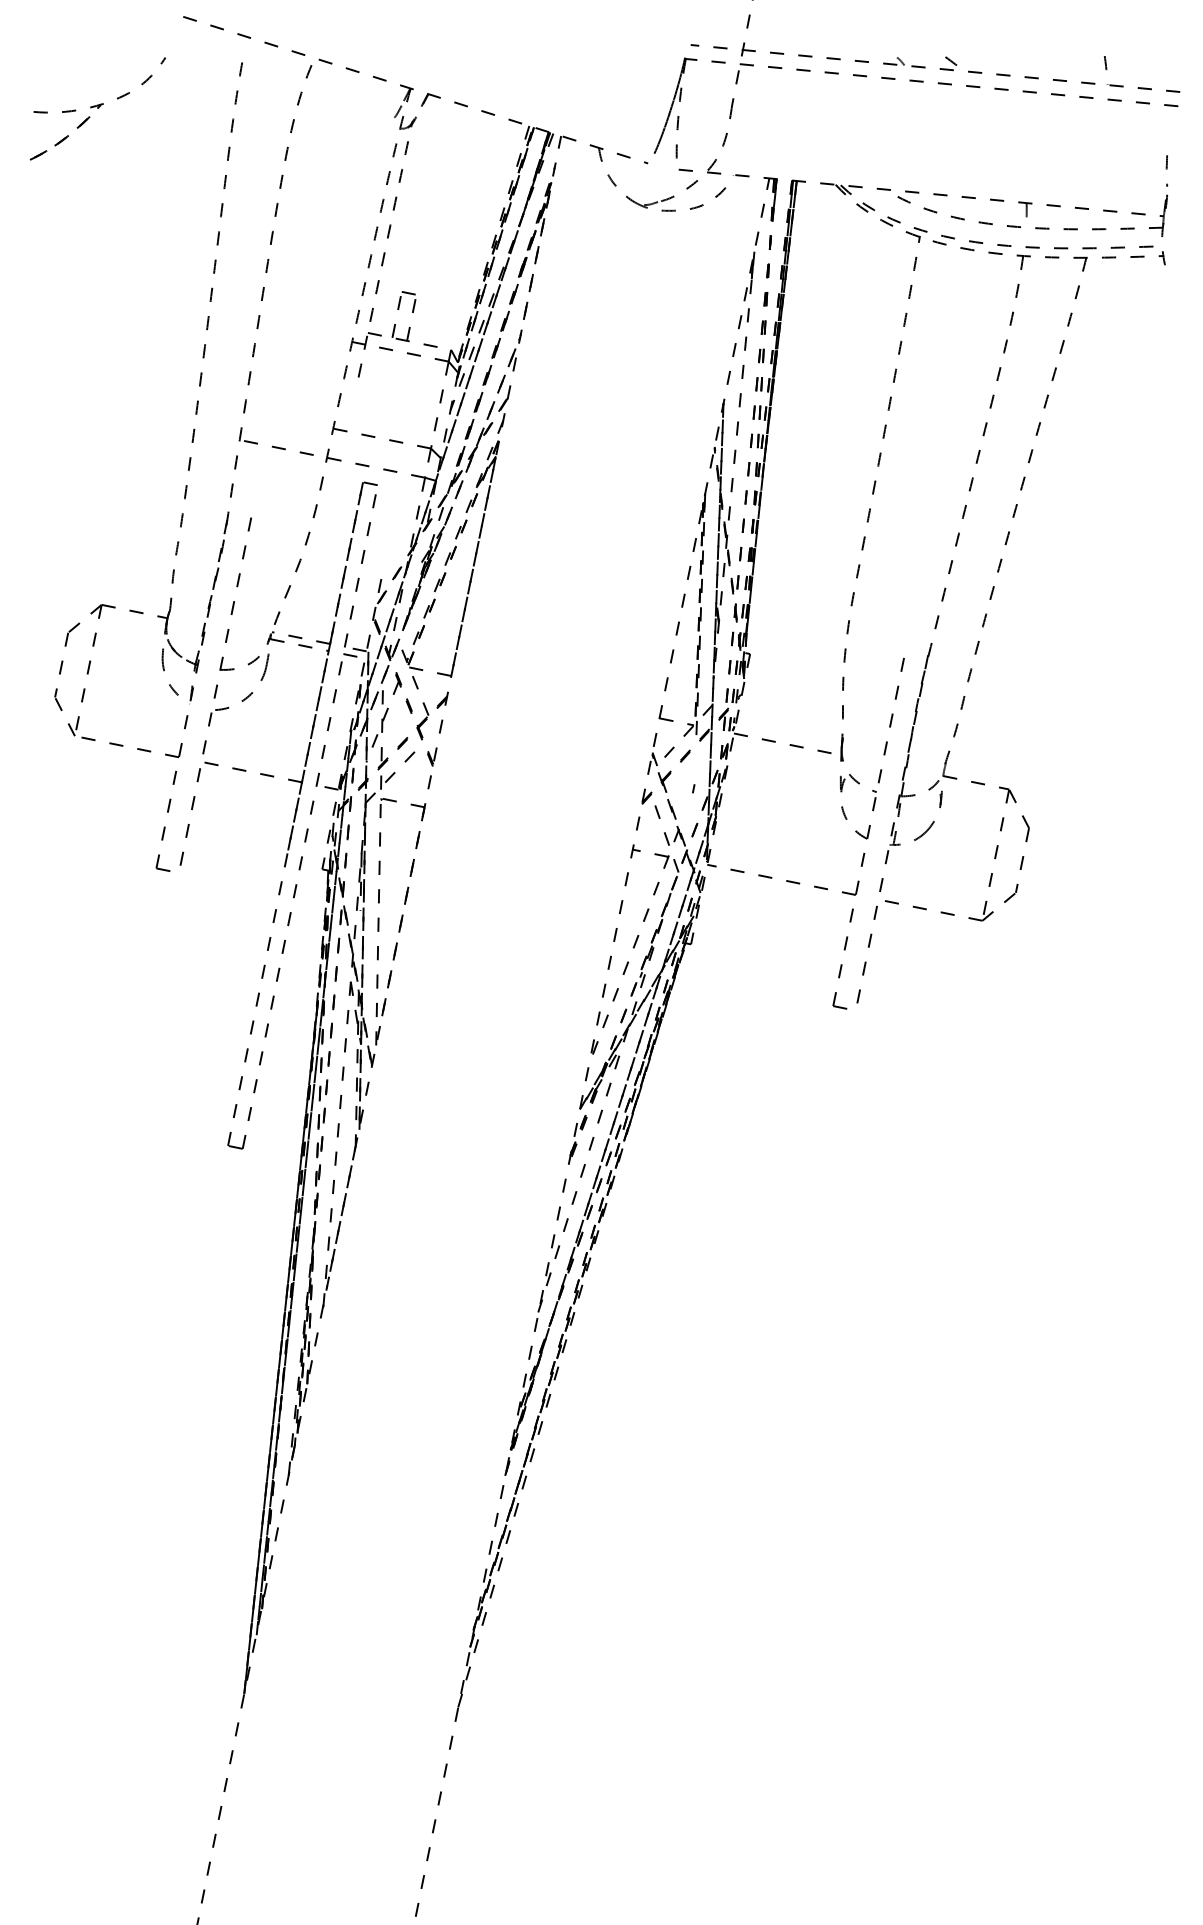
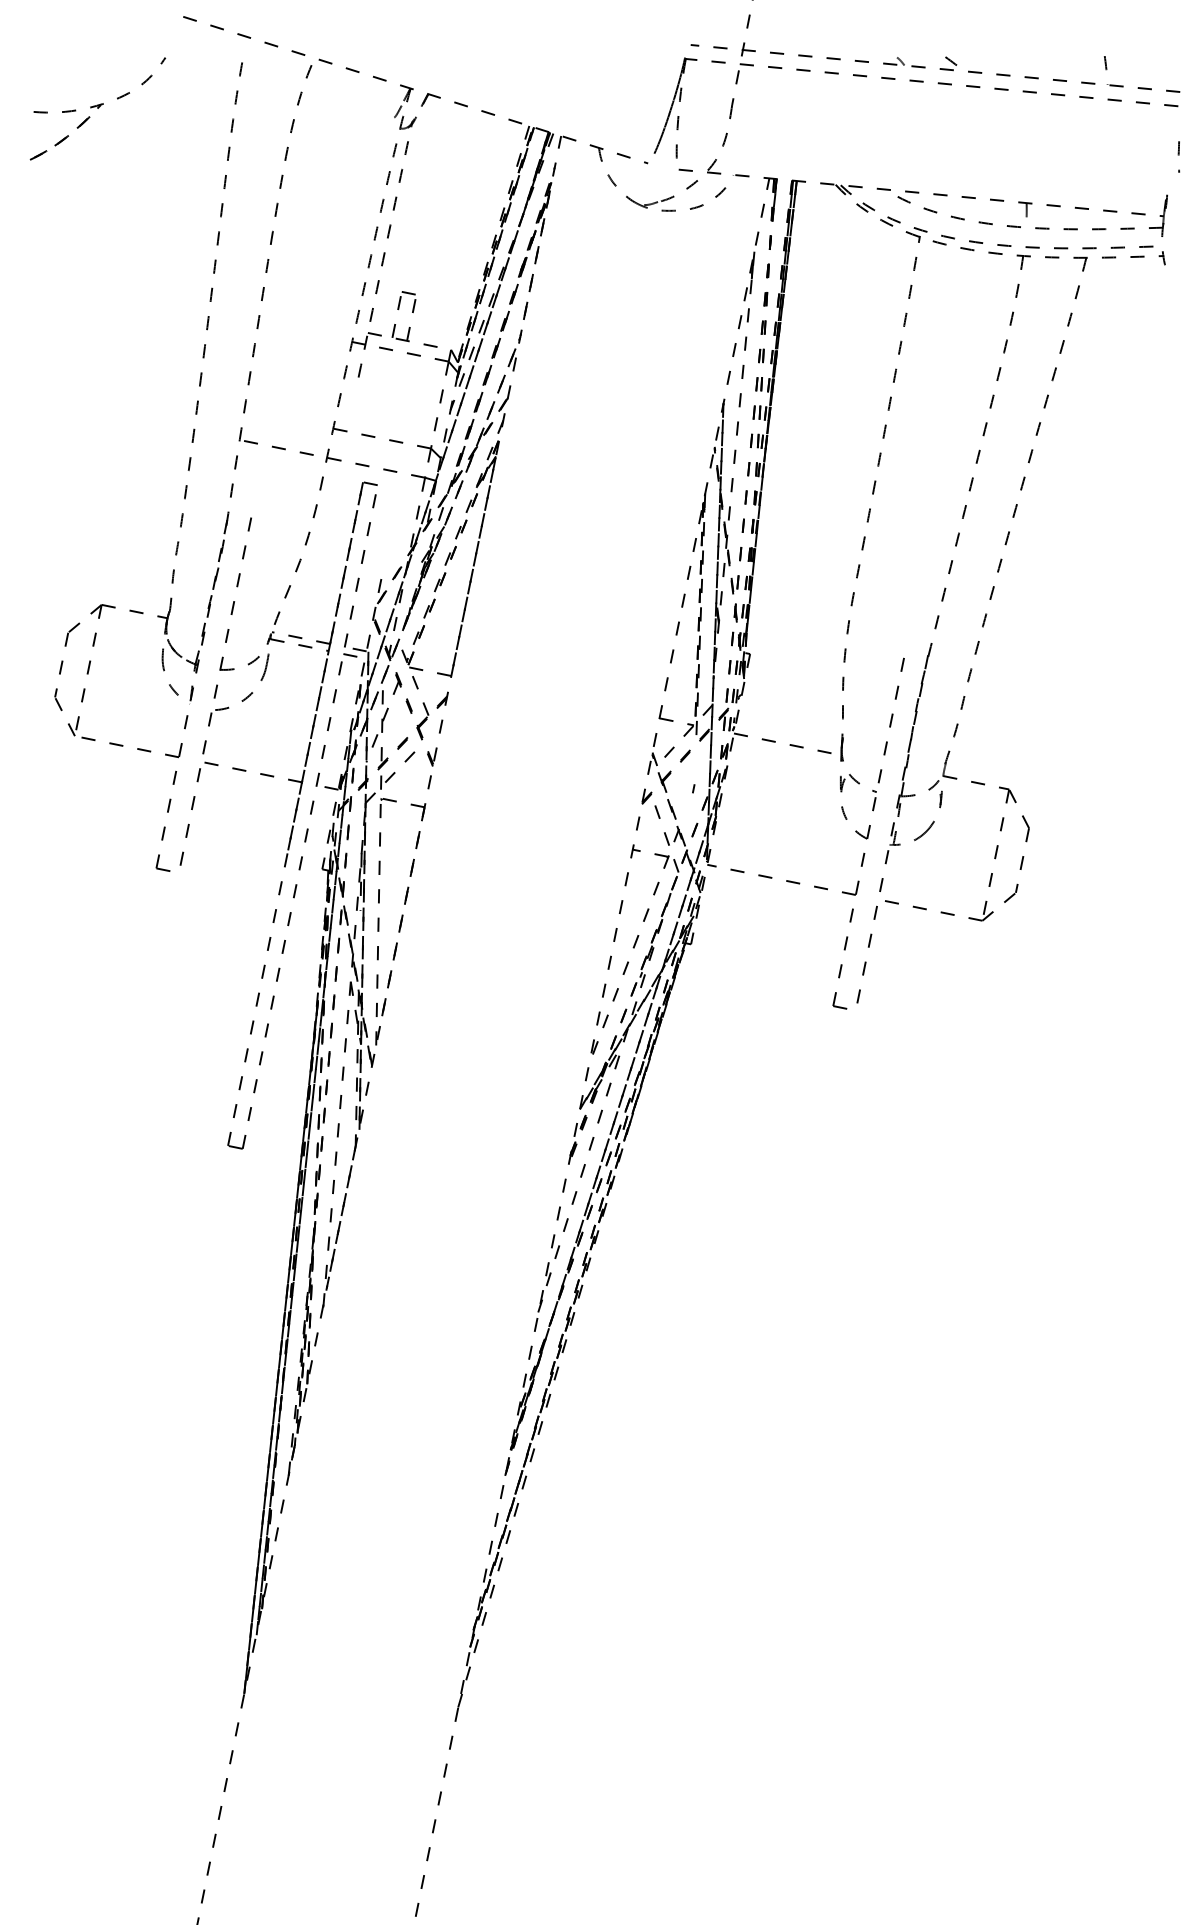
curve at (1166, 169) position: (1166, 169) -> (1178, 155)
